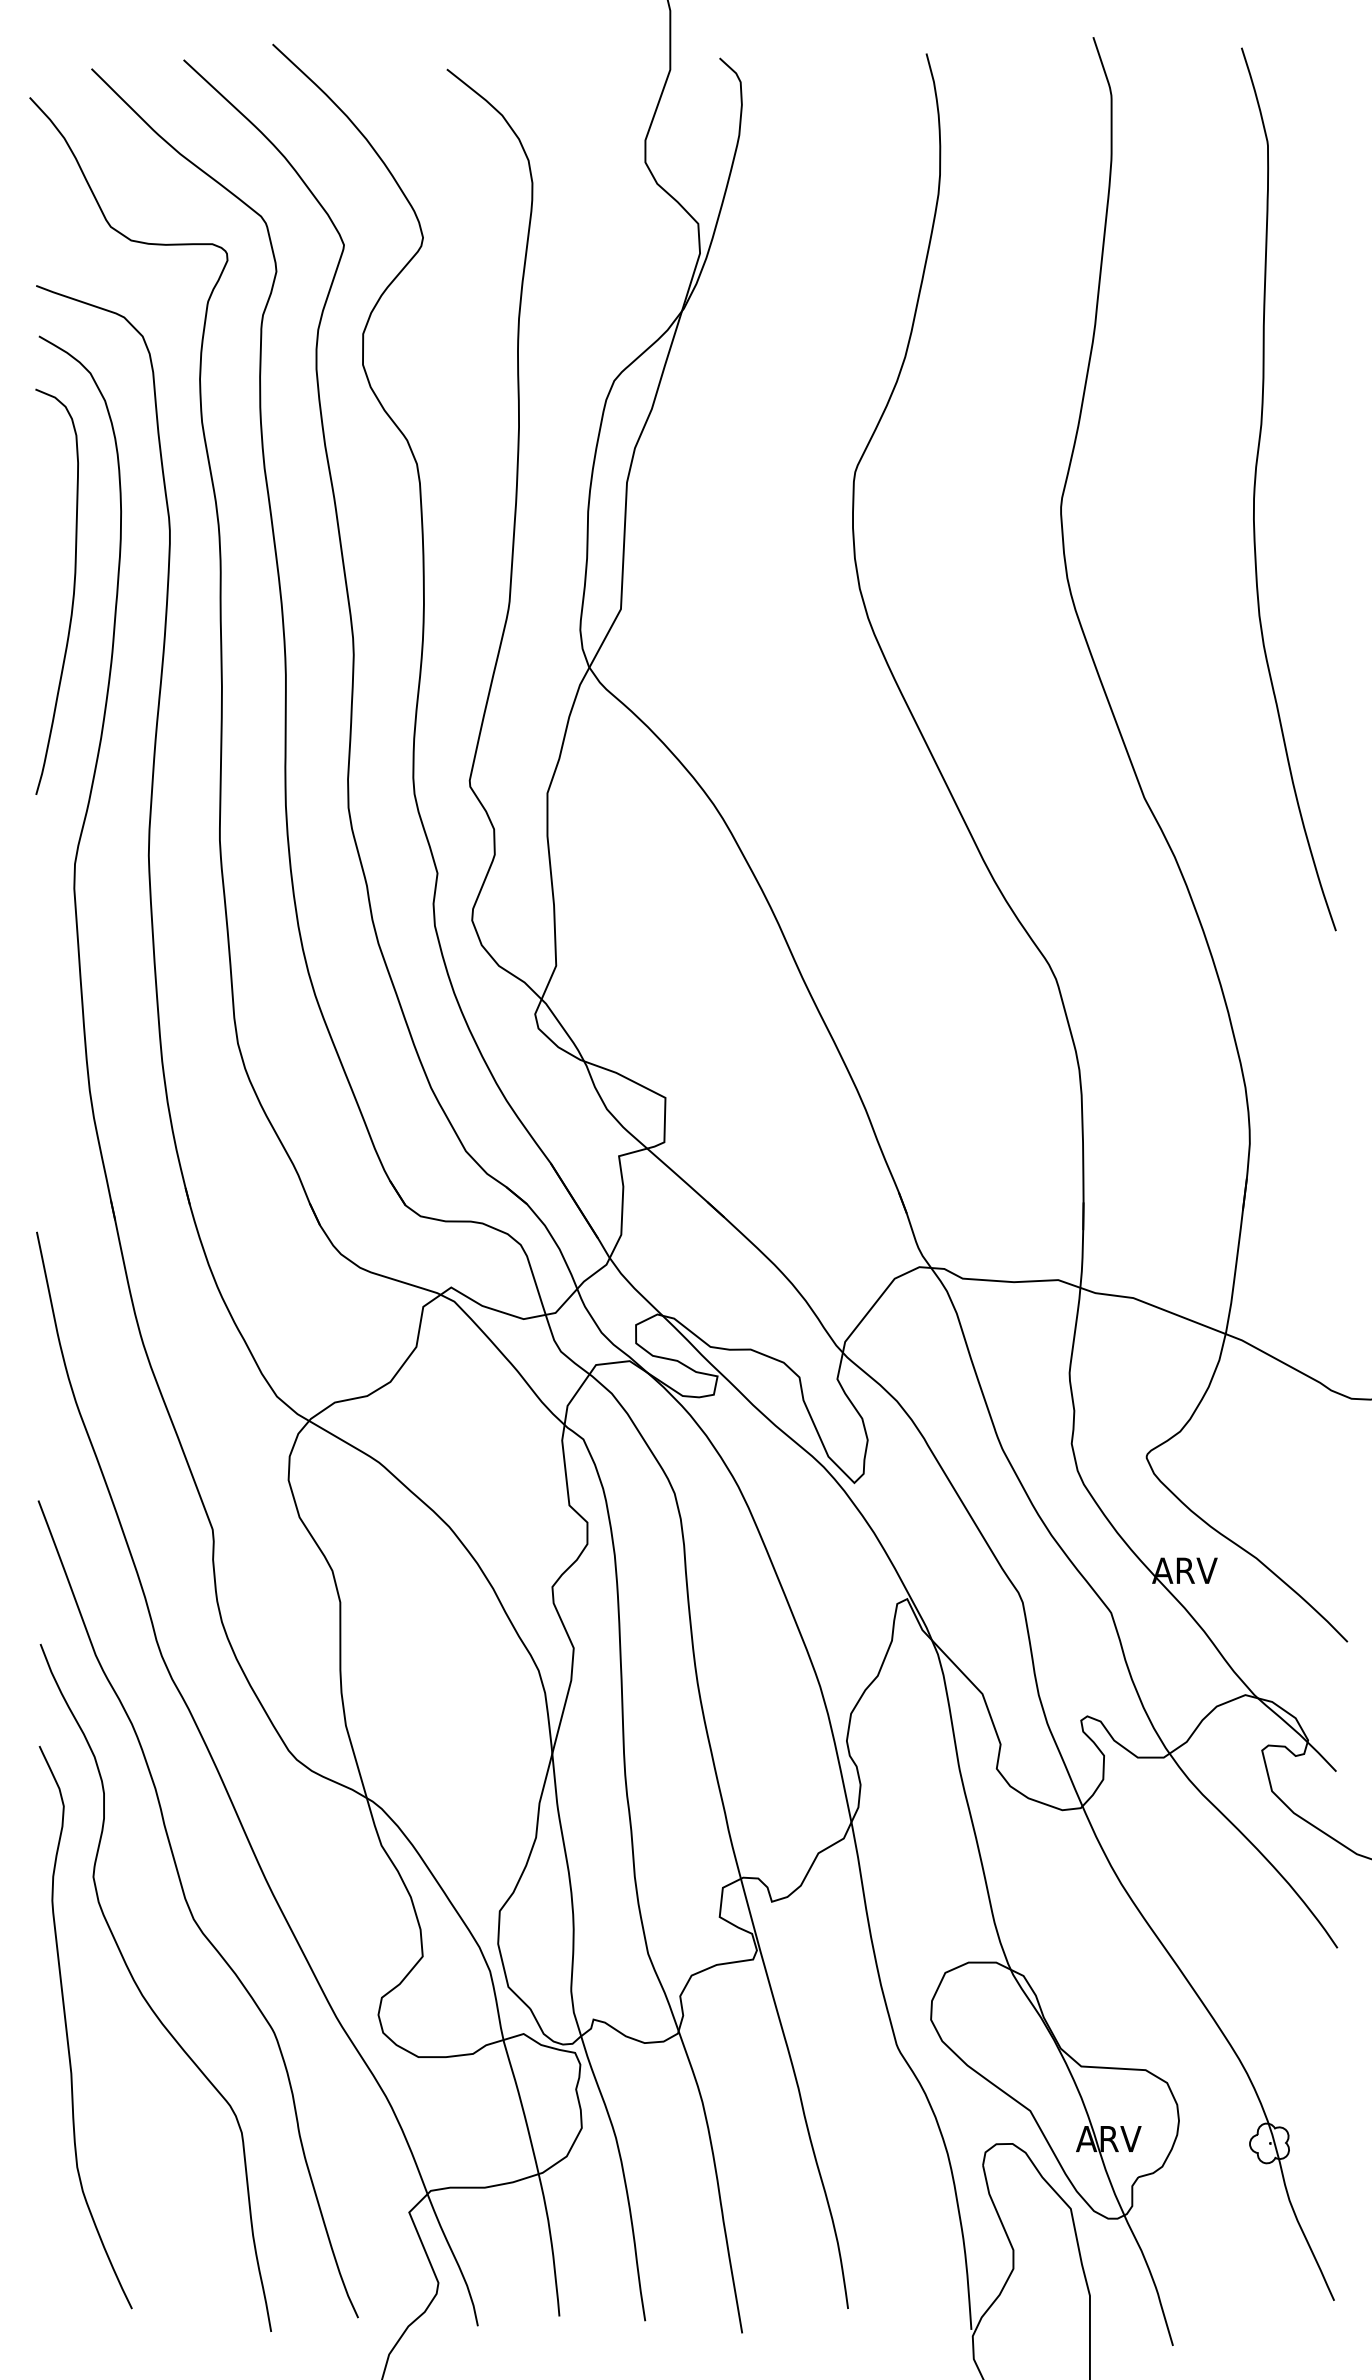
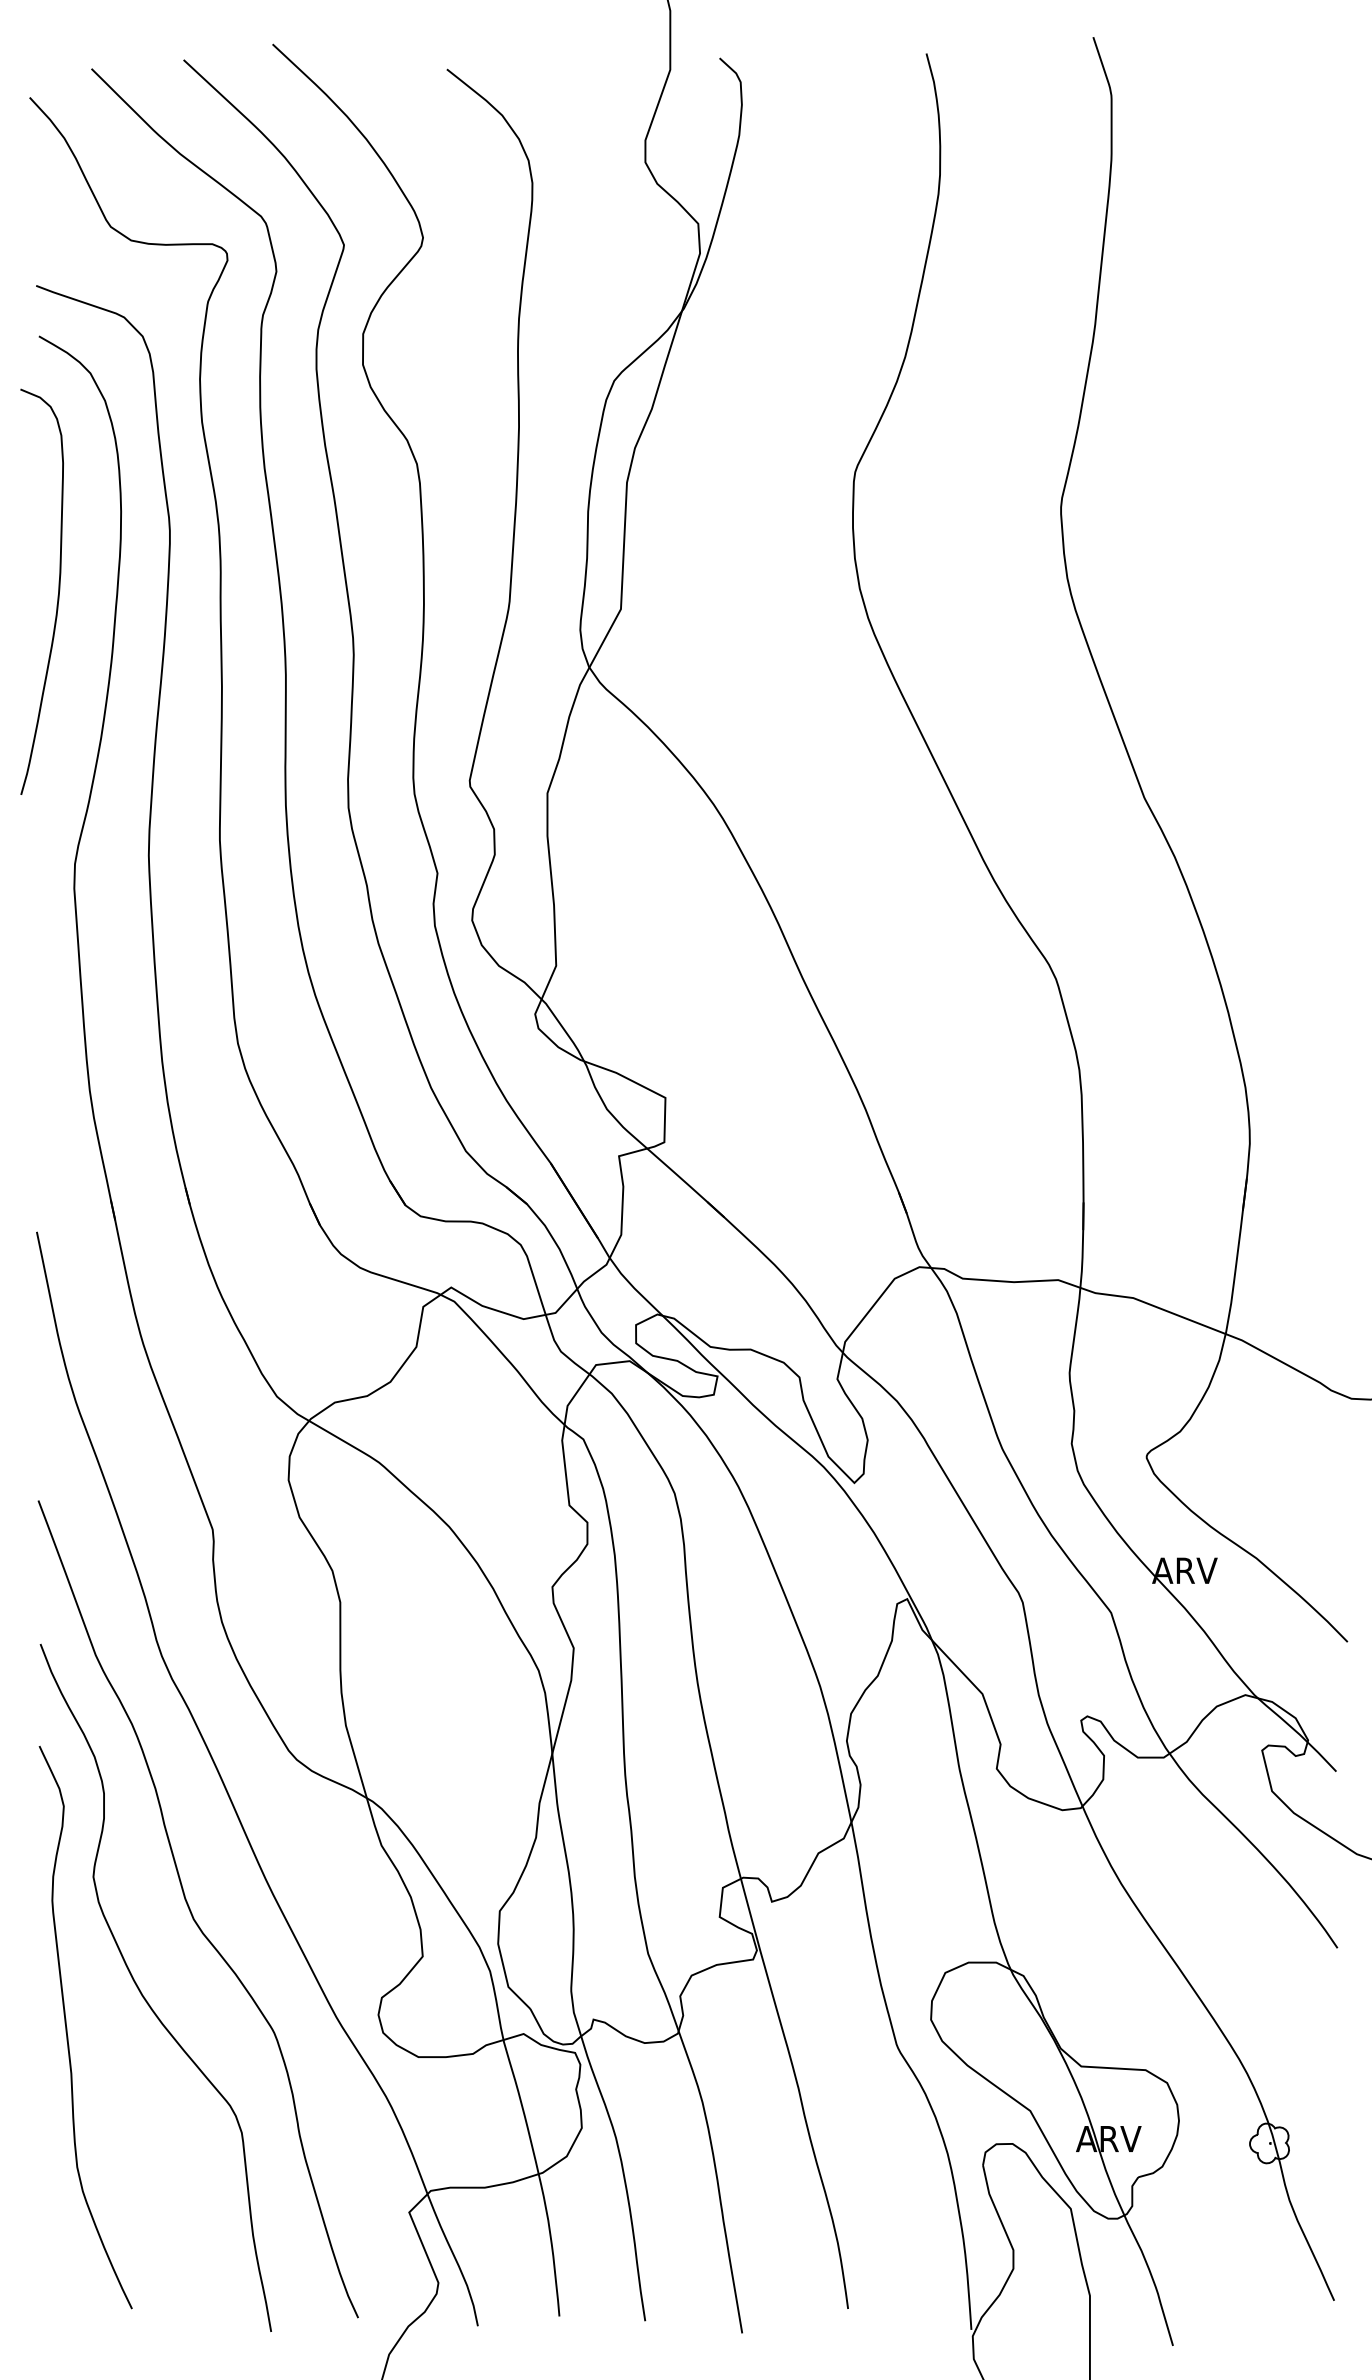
curve at (1255, 489): present -> none
curve at (72, 595) position: (72, 595) -> (57, 595)
